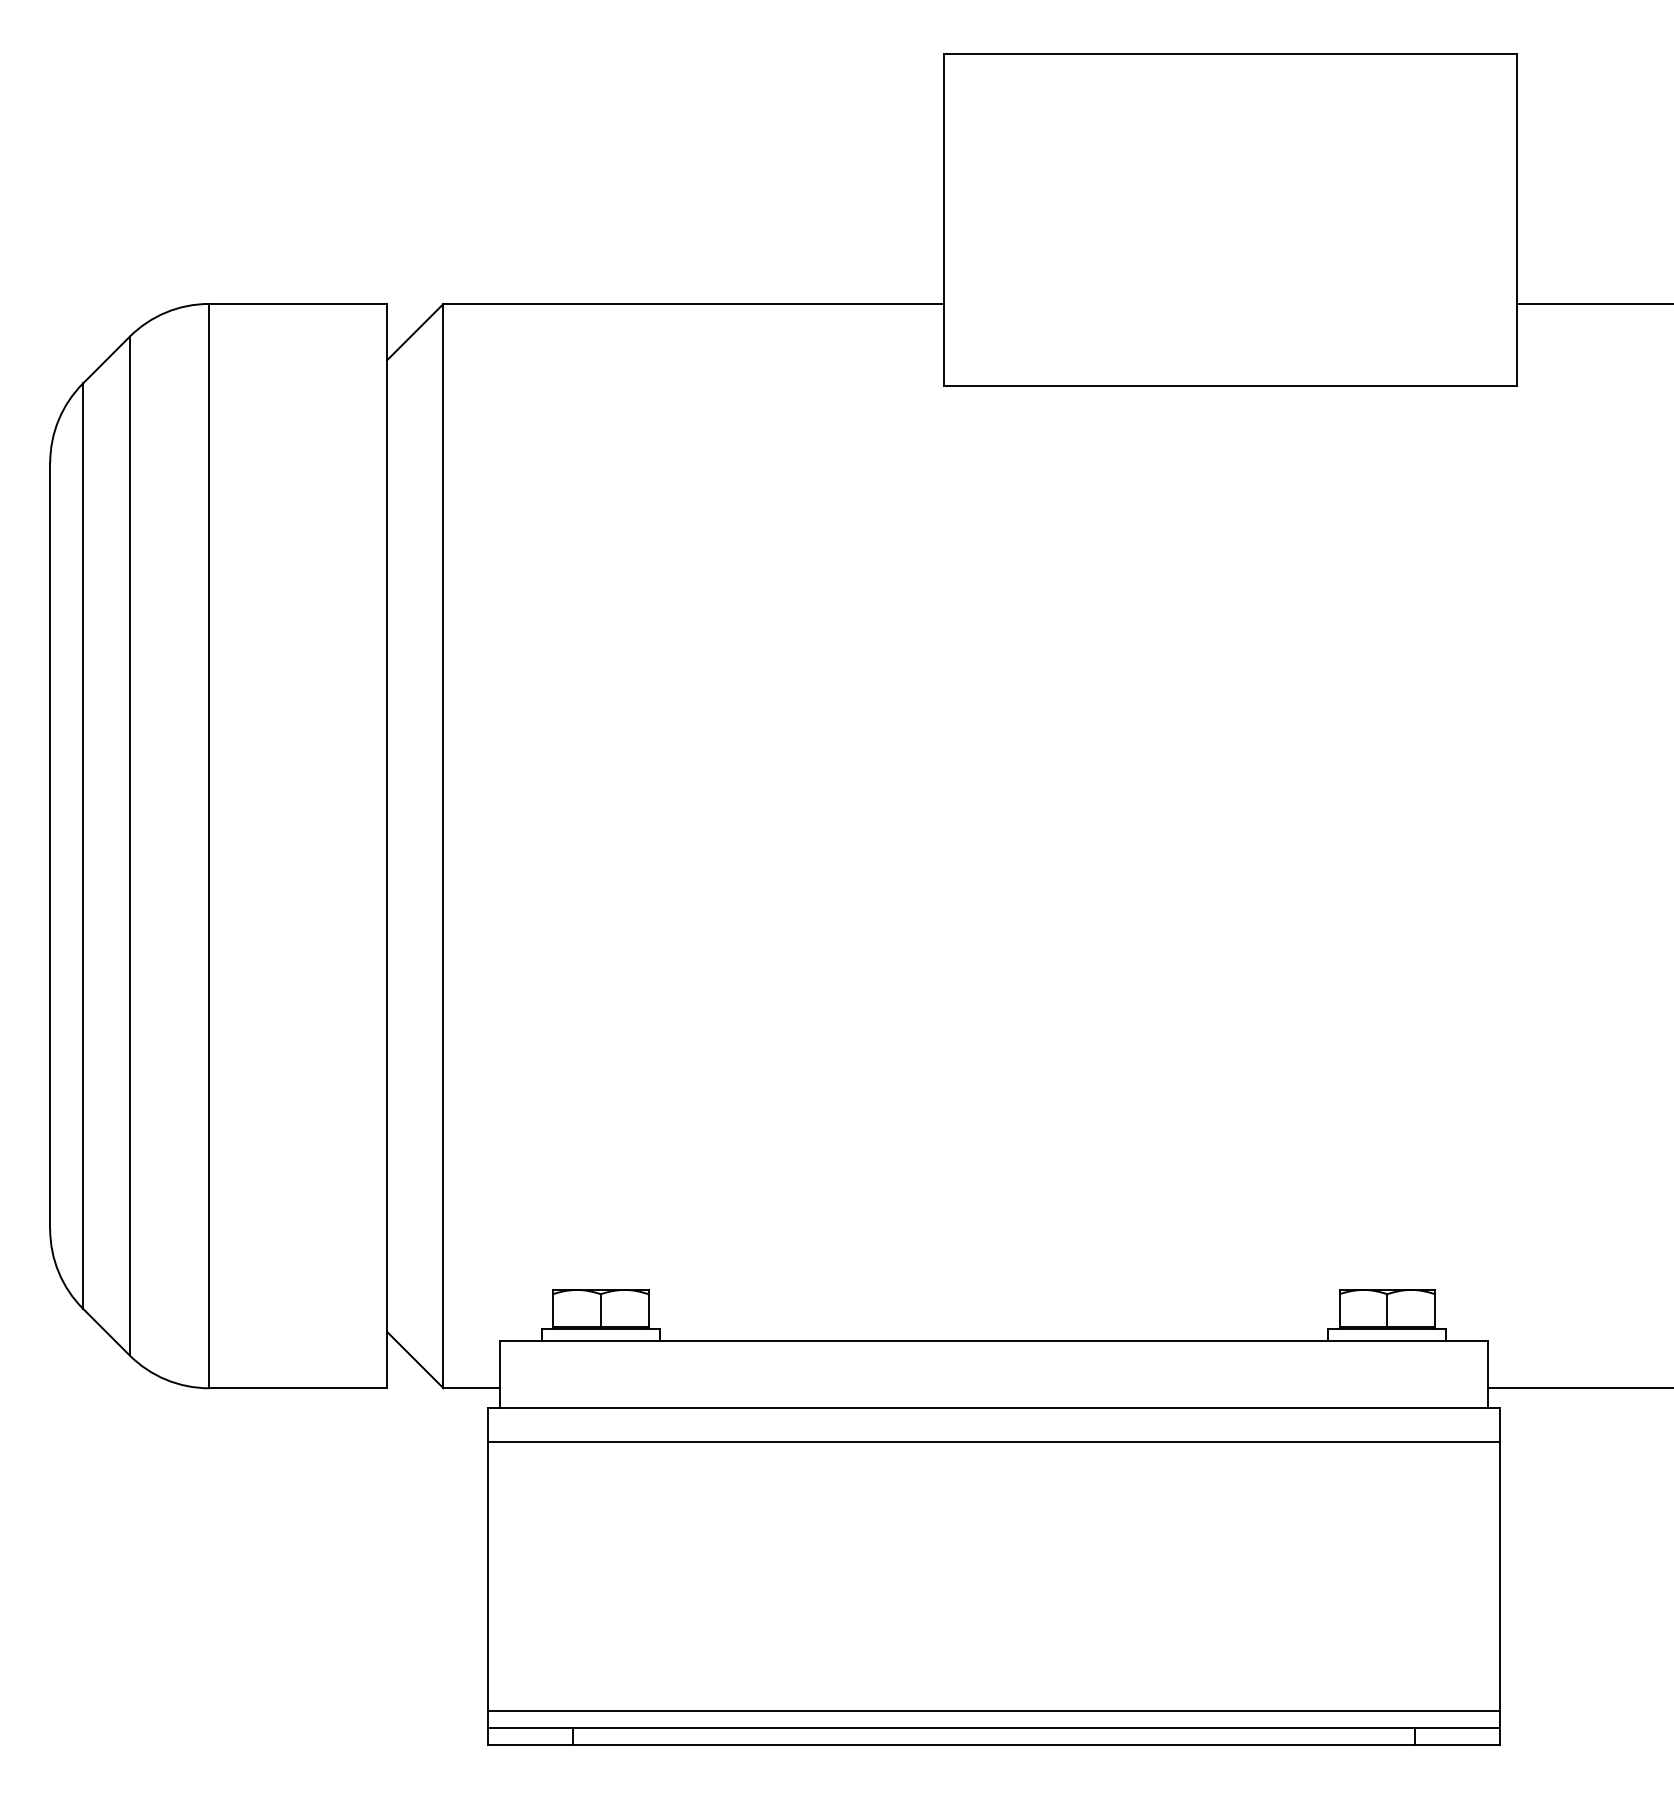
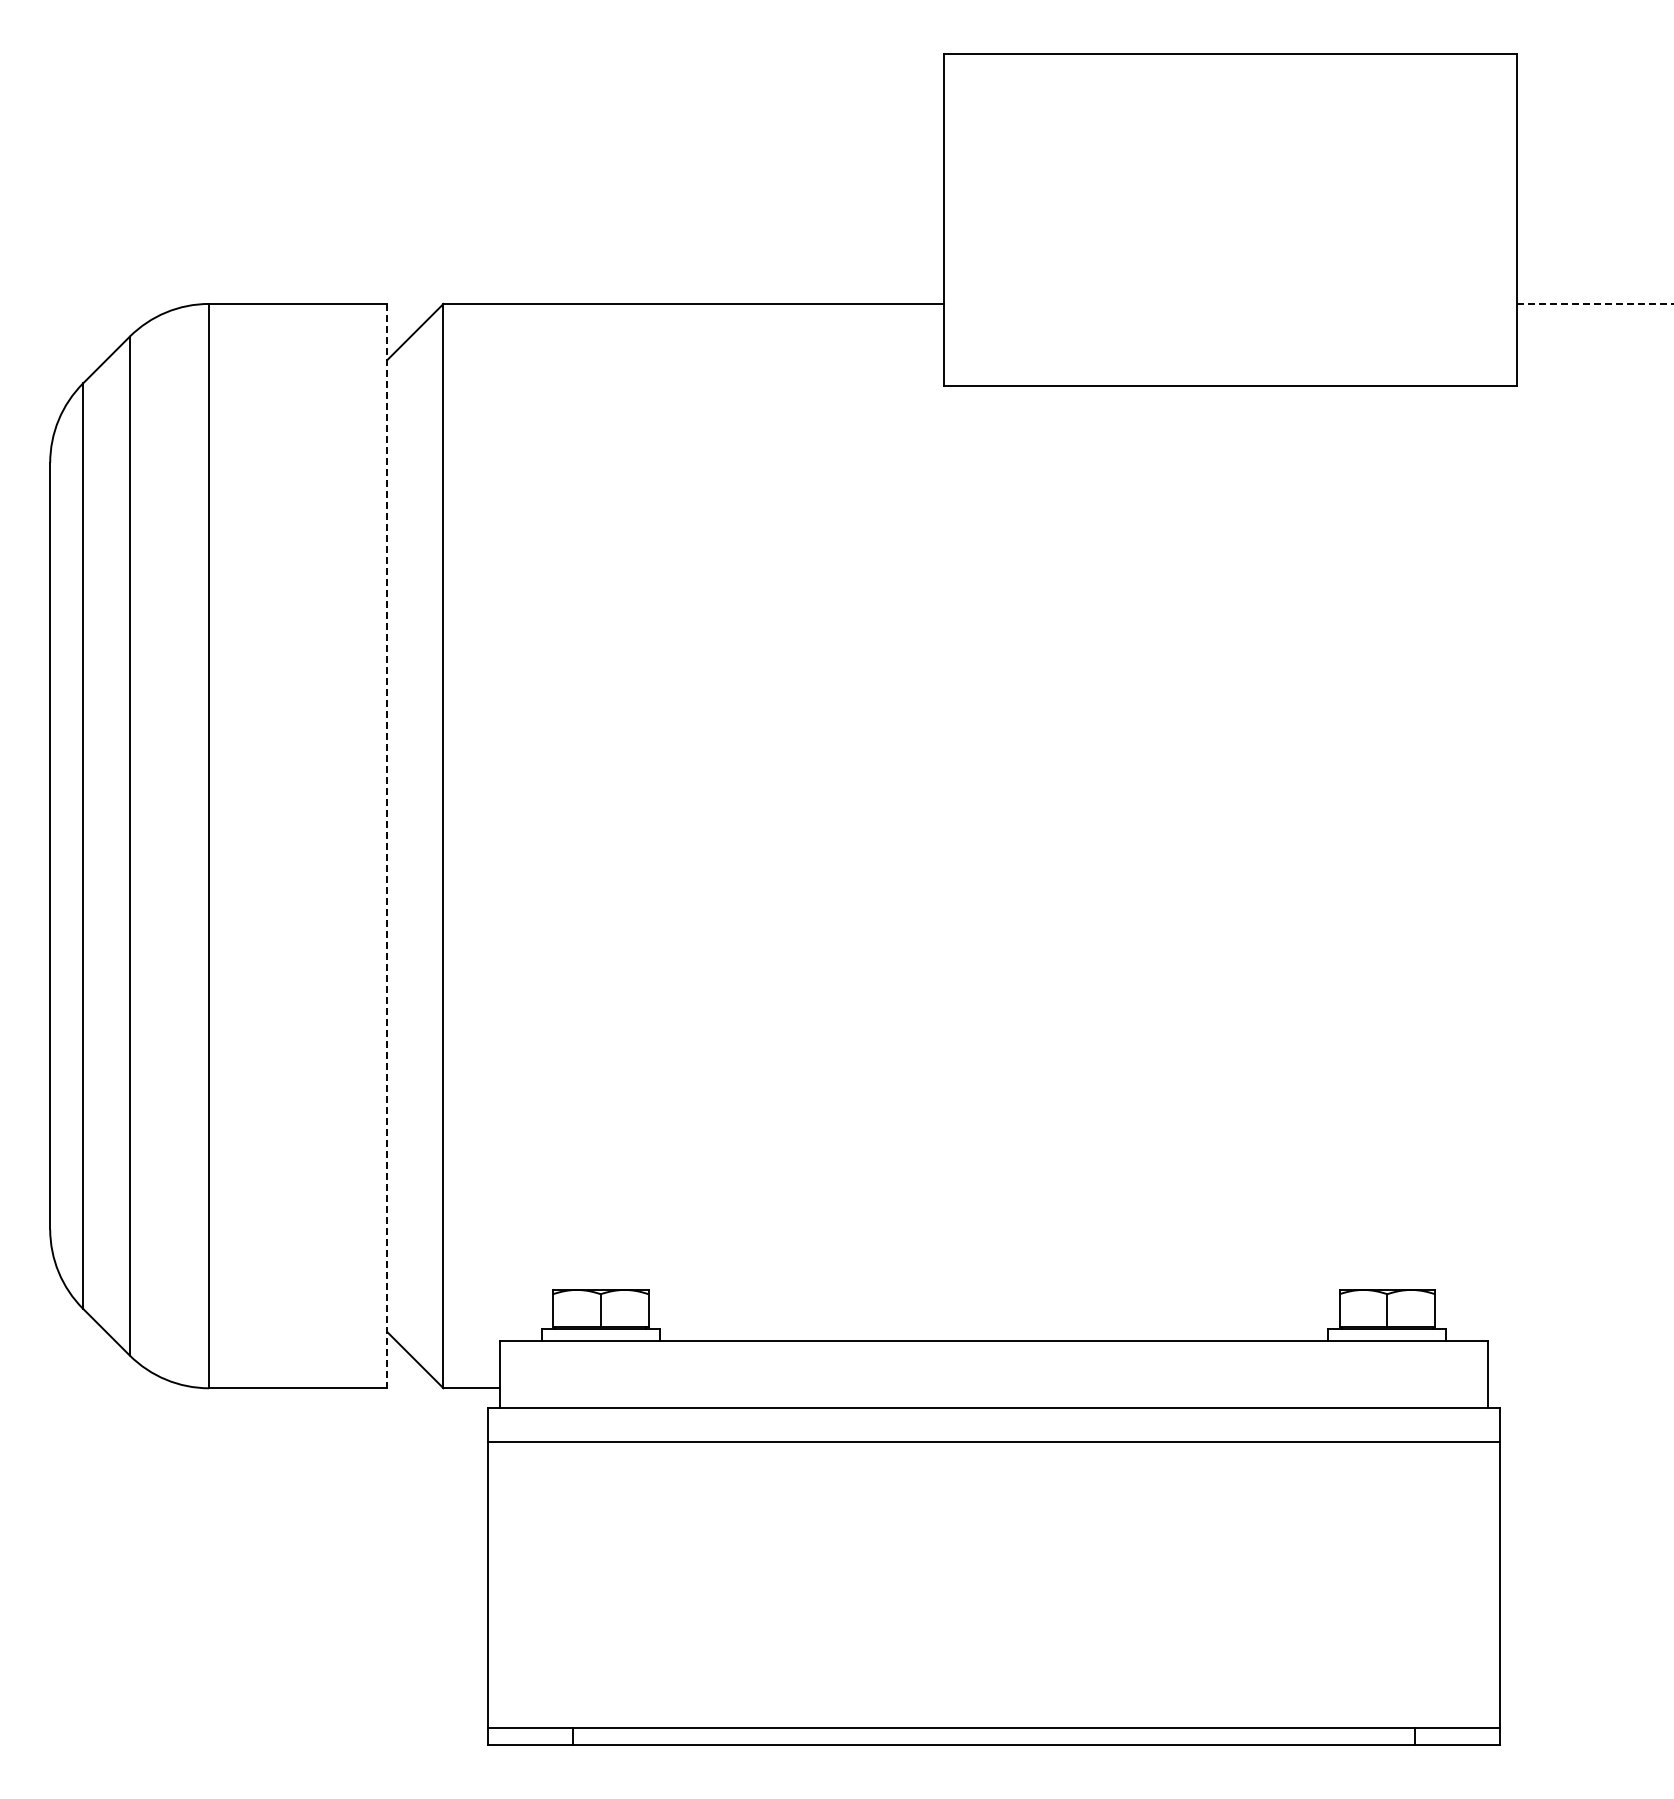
line at (1595, 303): solid -> dashed
line at (387, 846): solid -> dashed
line at (1579, 1388): present -> none
line at (993, 1711): present -> none
